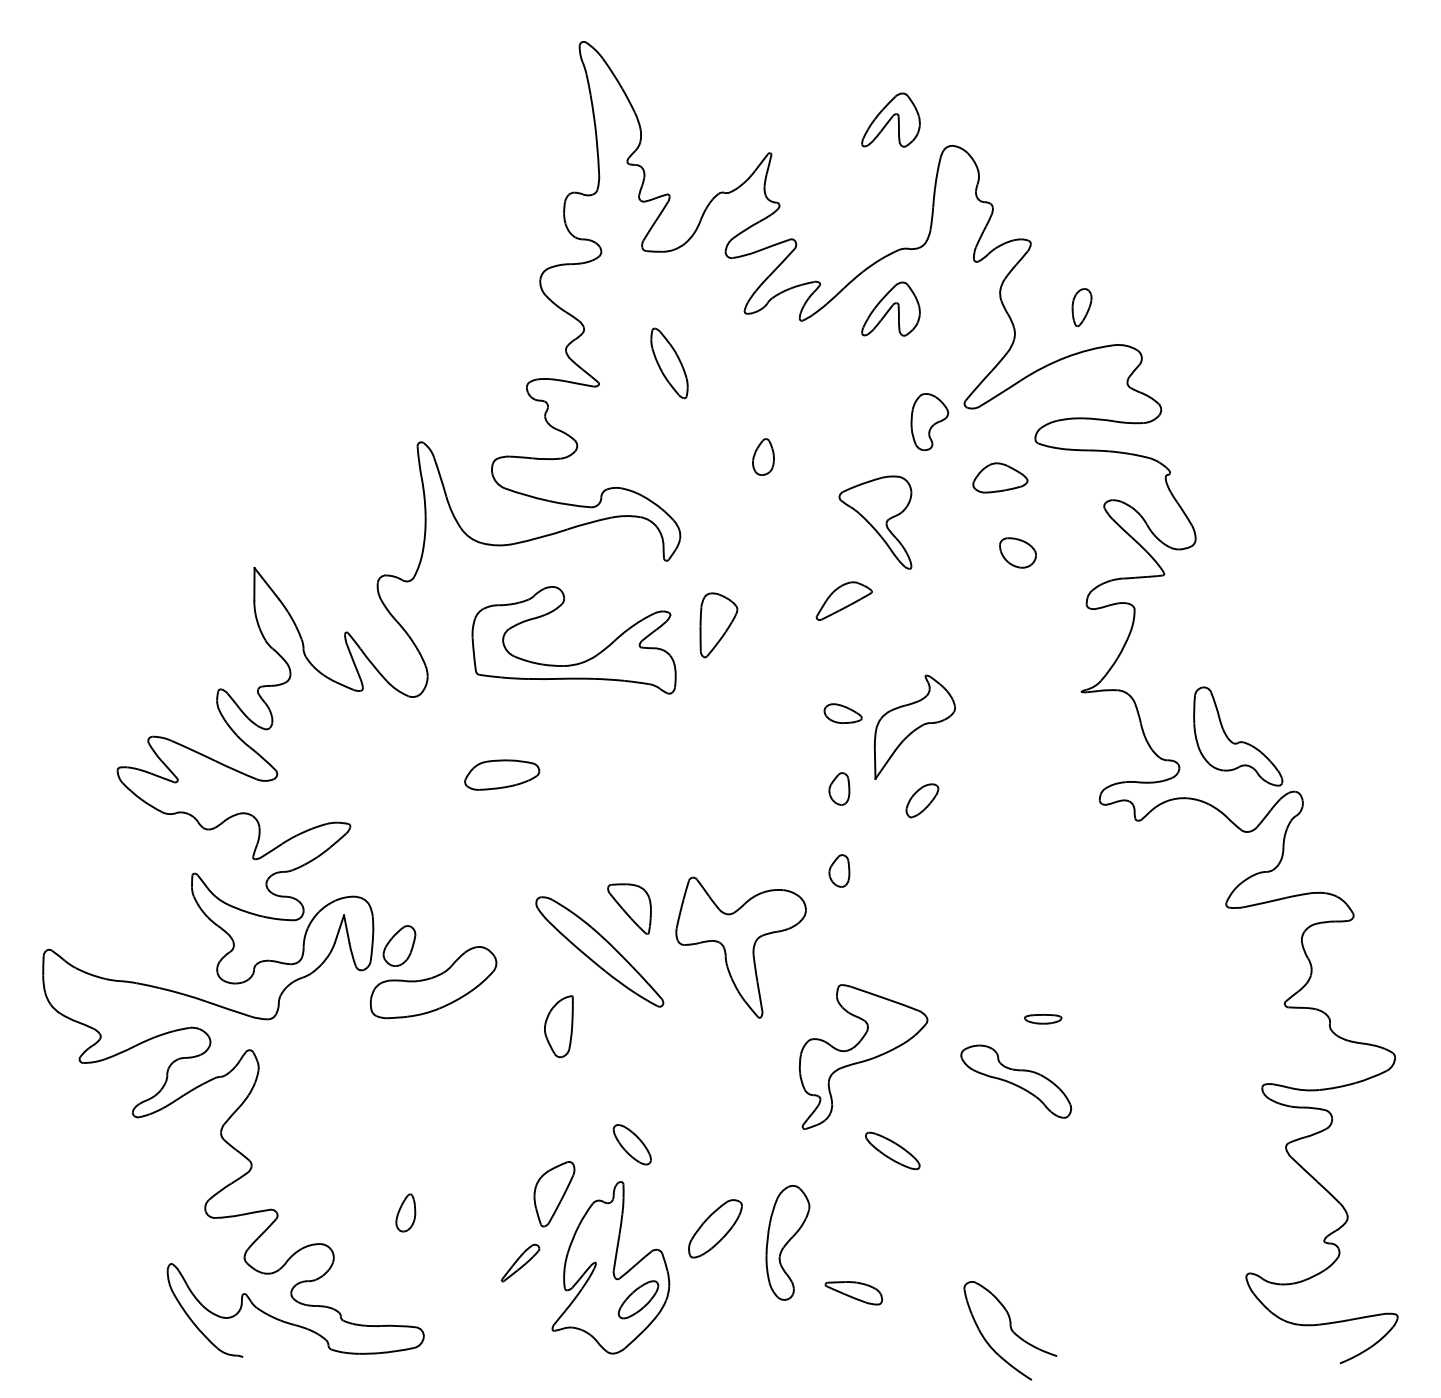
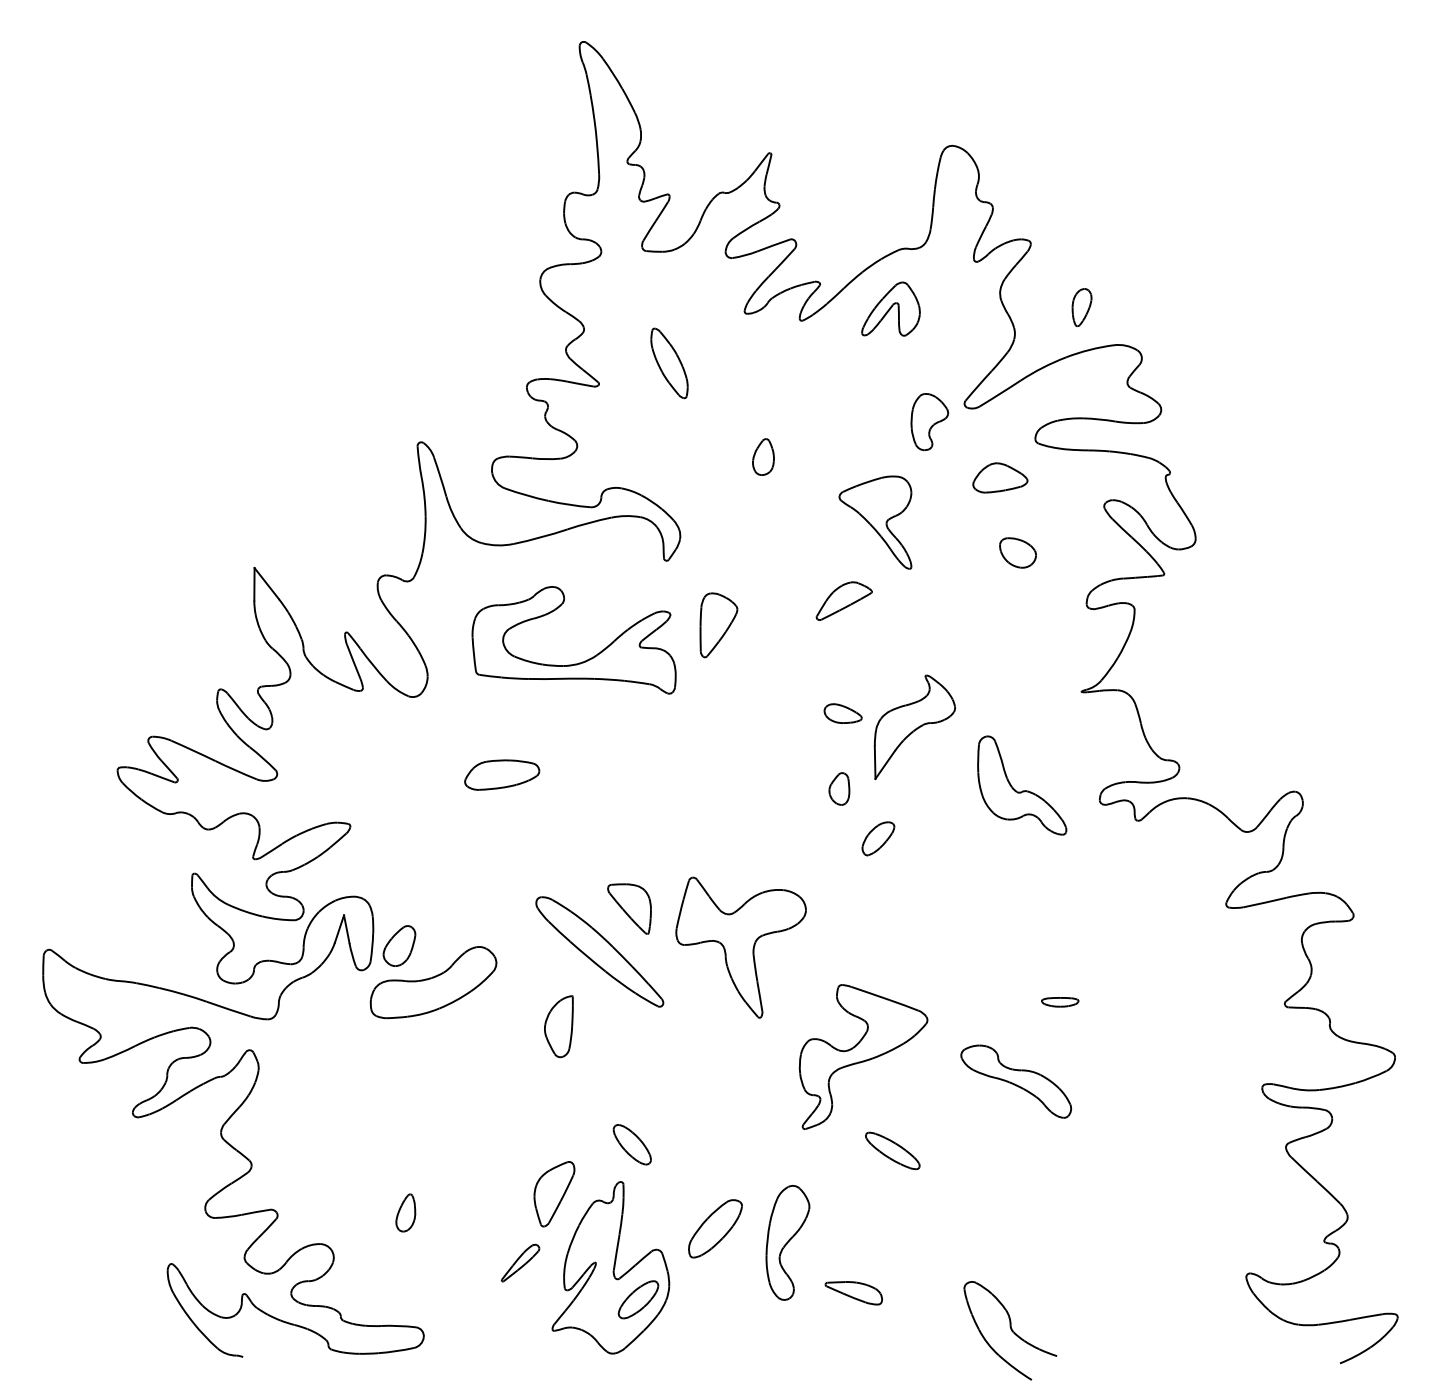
part at (890, 119): present -> none
part at (1238, 736) position: (1238, 736) -> (1022, 785)
part at (922, 800) position: (922, 800) -> (878, 838)
part at (839, 870): present -> none
part at (1043, 1019) position: (1043, 1019) -> (1060, 1002)
